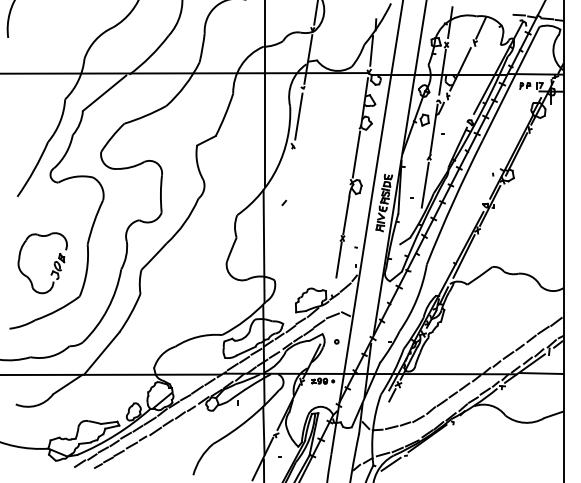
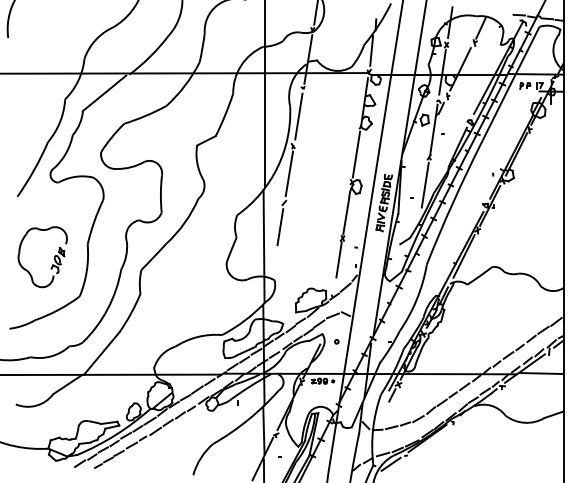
line at (289, 173): none -> present
line at (280, 227): none -> present
part at (53, 263) position: (53, 263) -> (53, 257)
